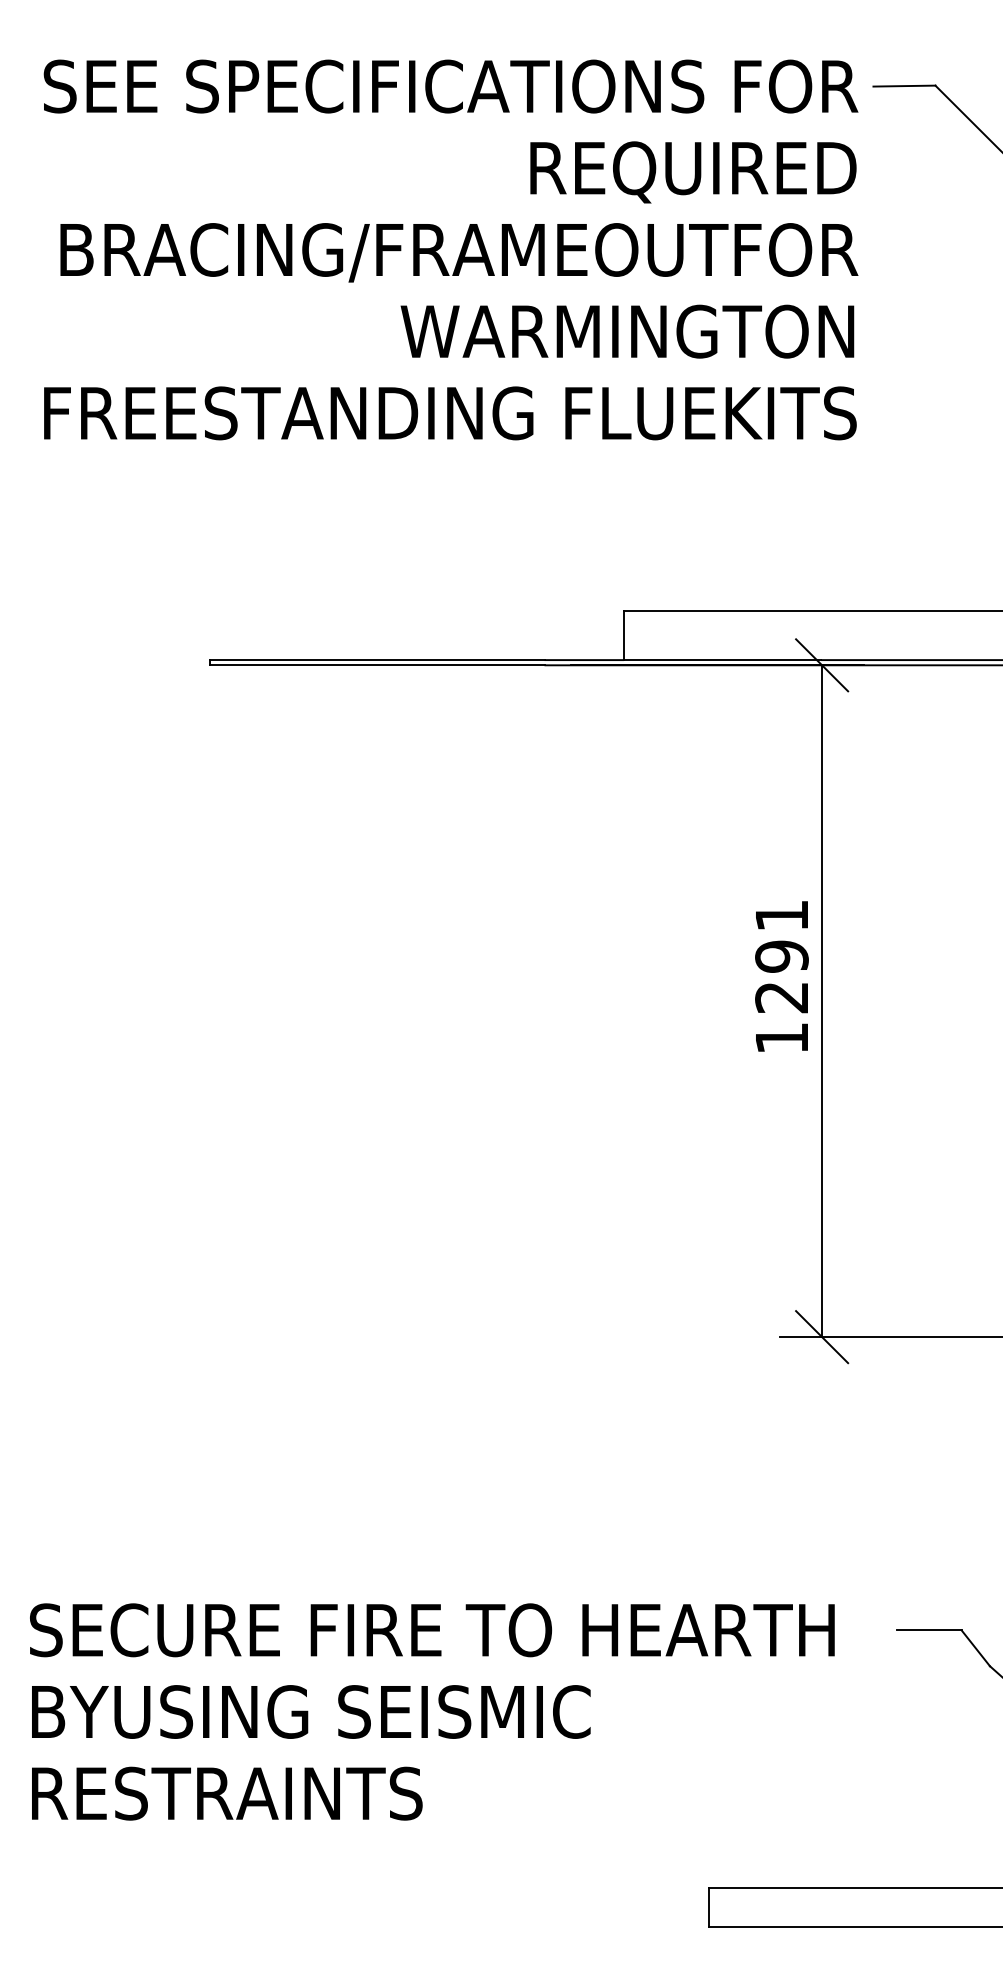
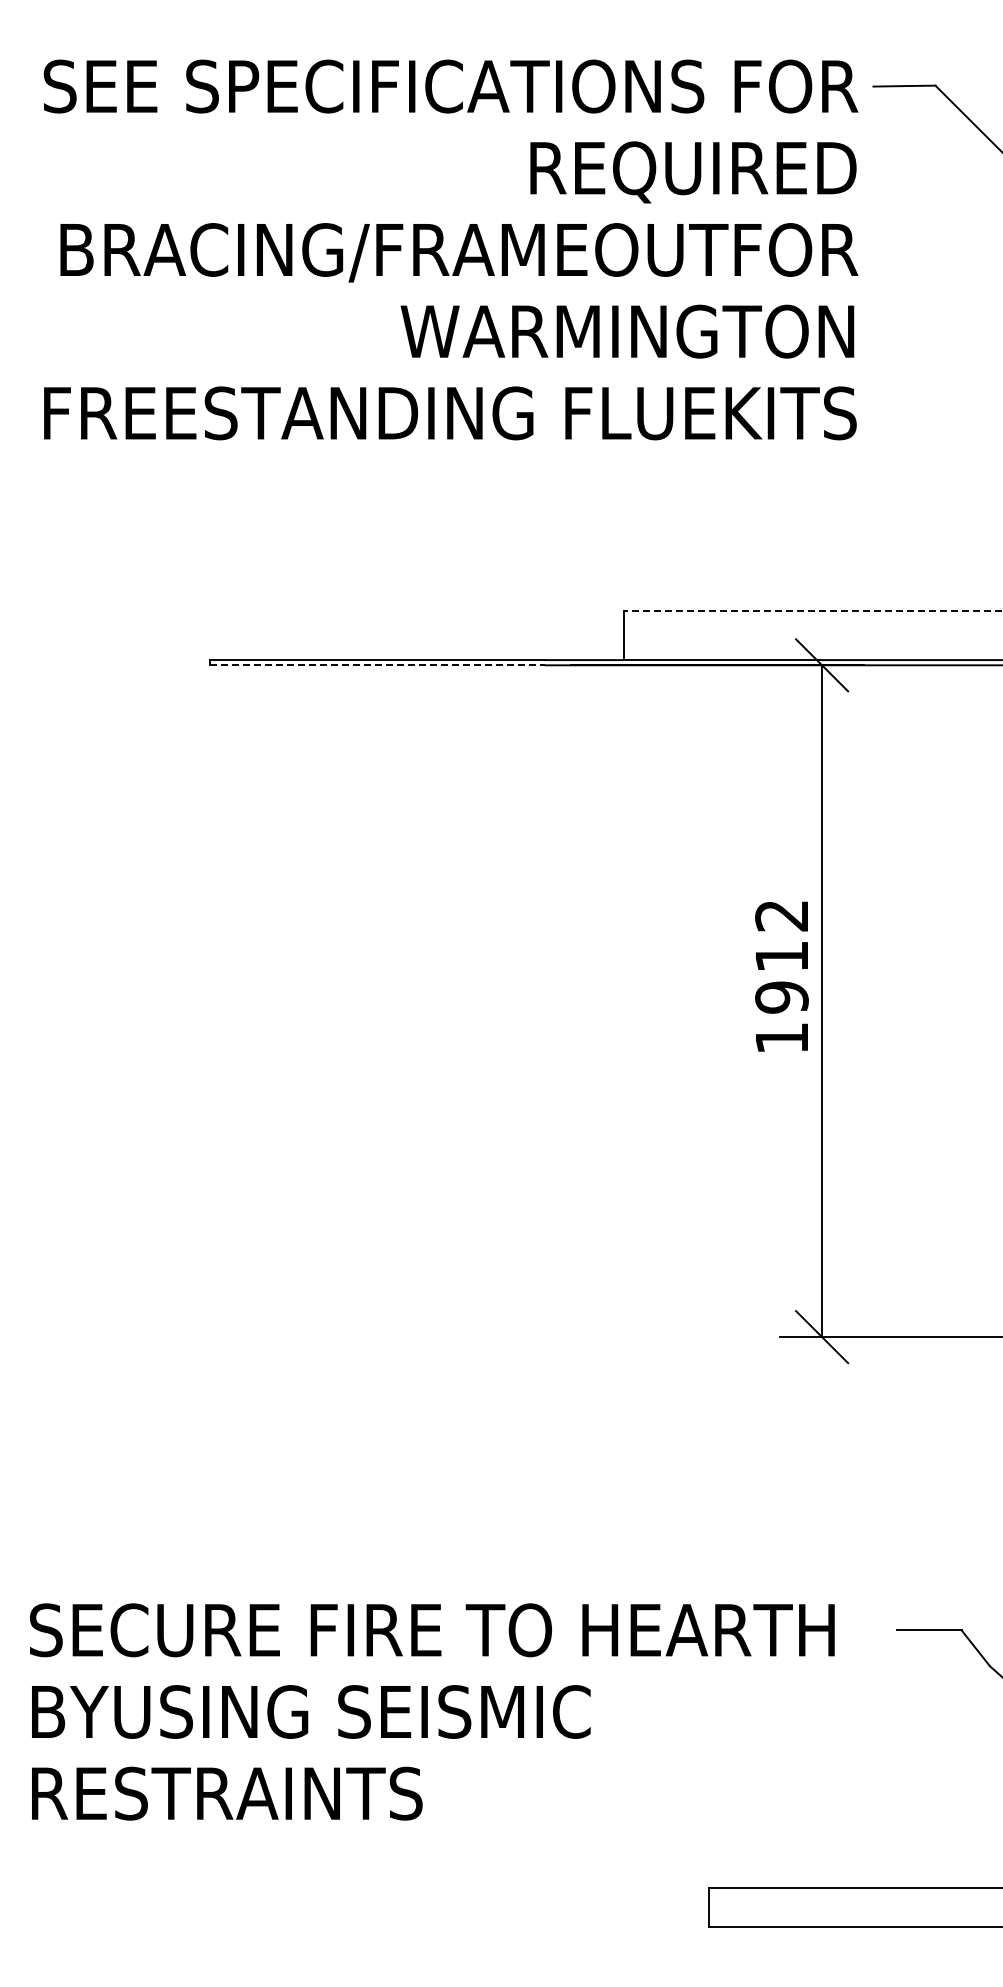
line at (812, 611): solid -> dashed
line at (377, 665): solid -> dashed
text at (781, 957): 1291 -> 1912
